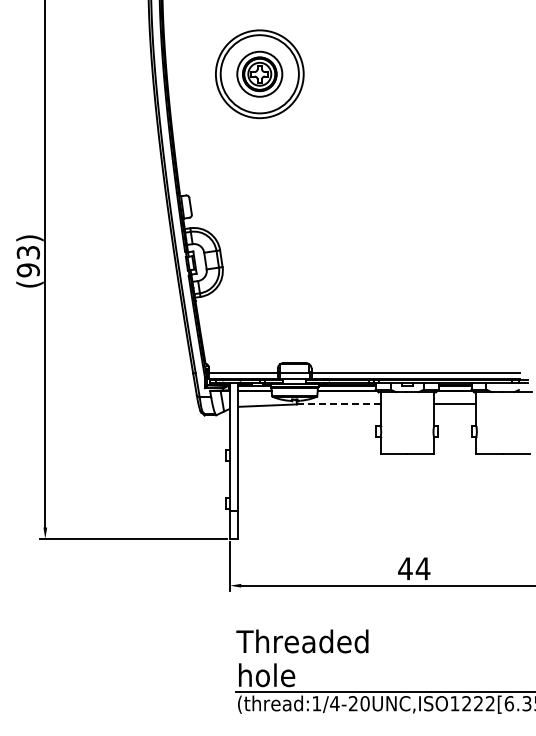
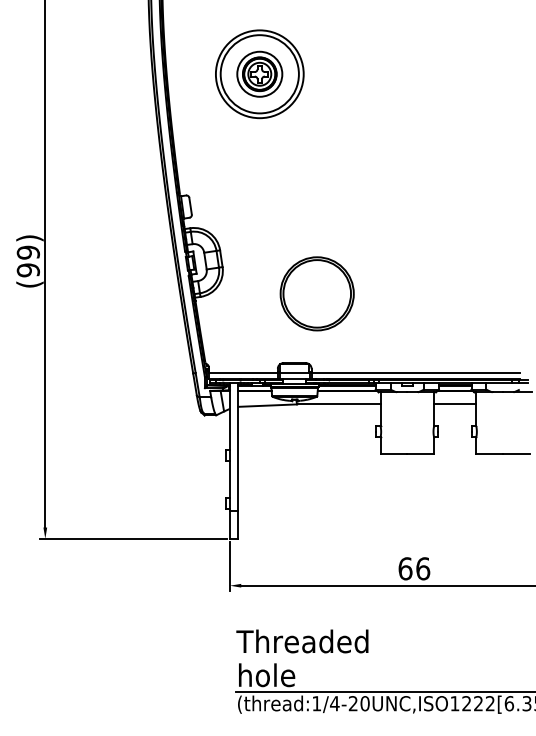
text at (27, 252): (93) -> (99)
part at (316, 293): none -> present
line at (338, 404): dashed -> solid
text at (414, 568): 44 -> 66
